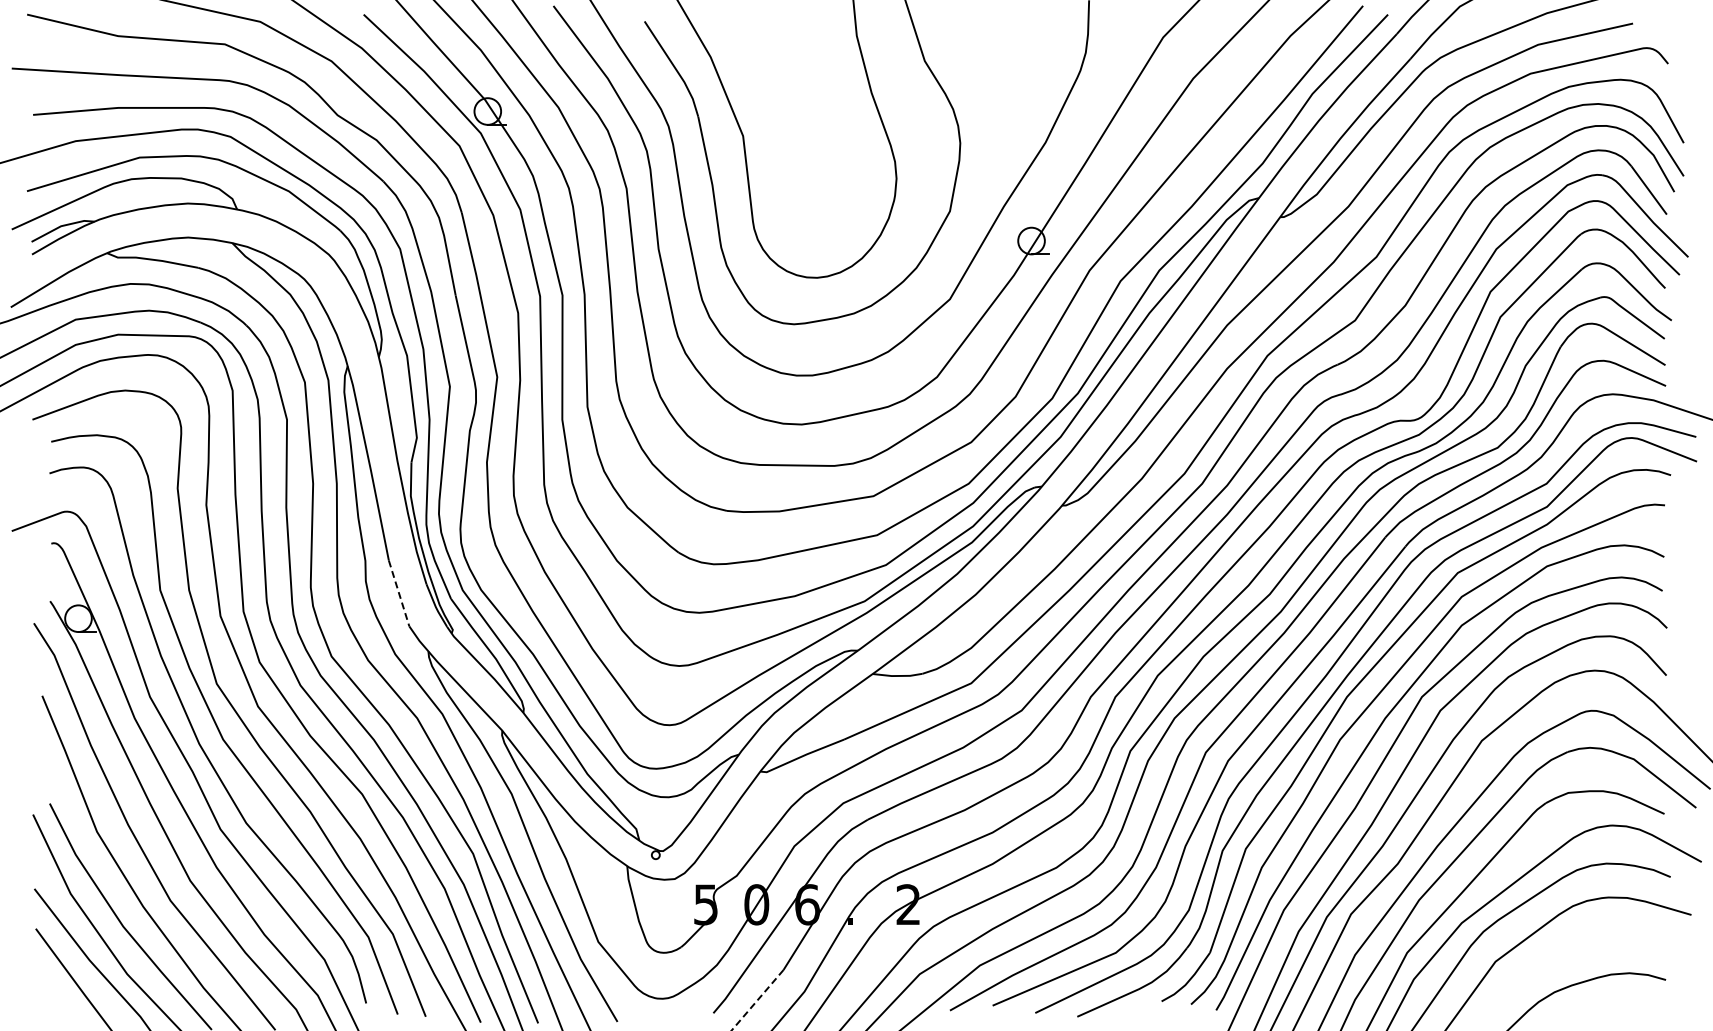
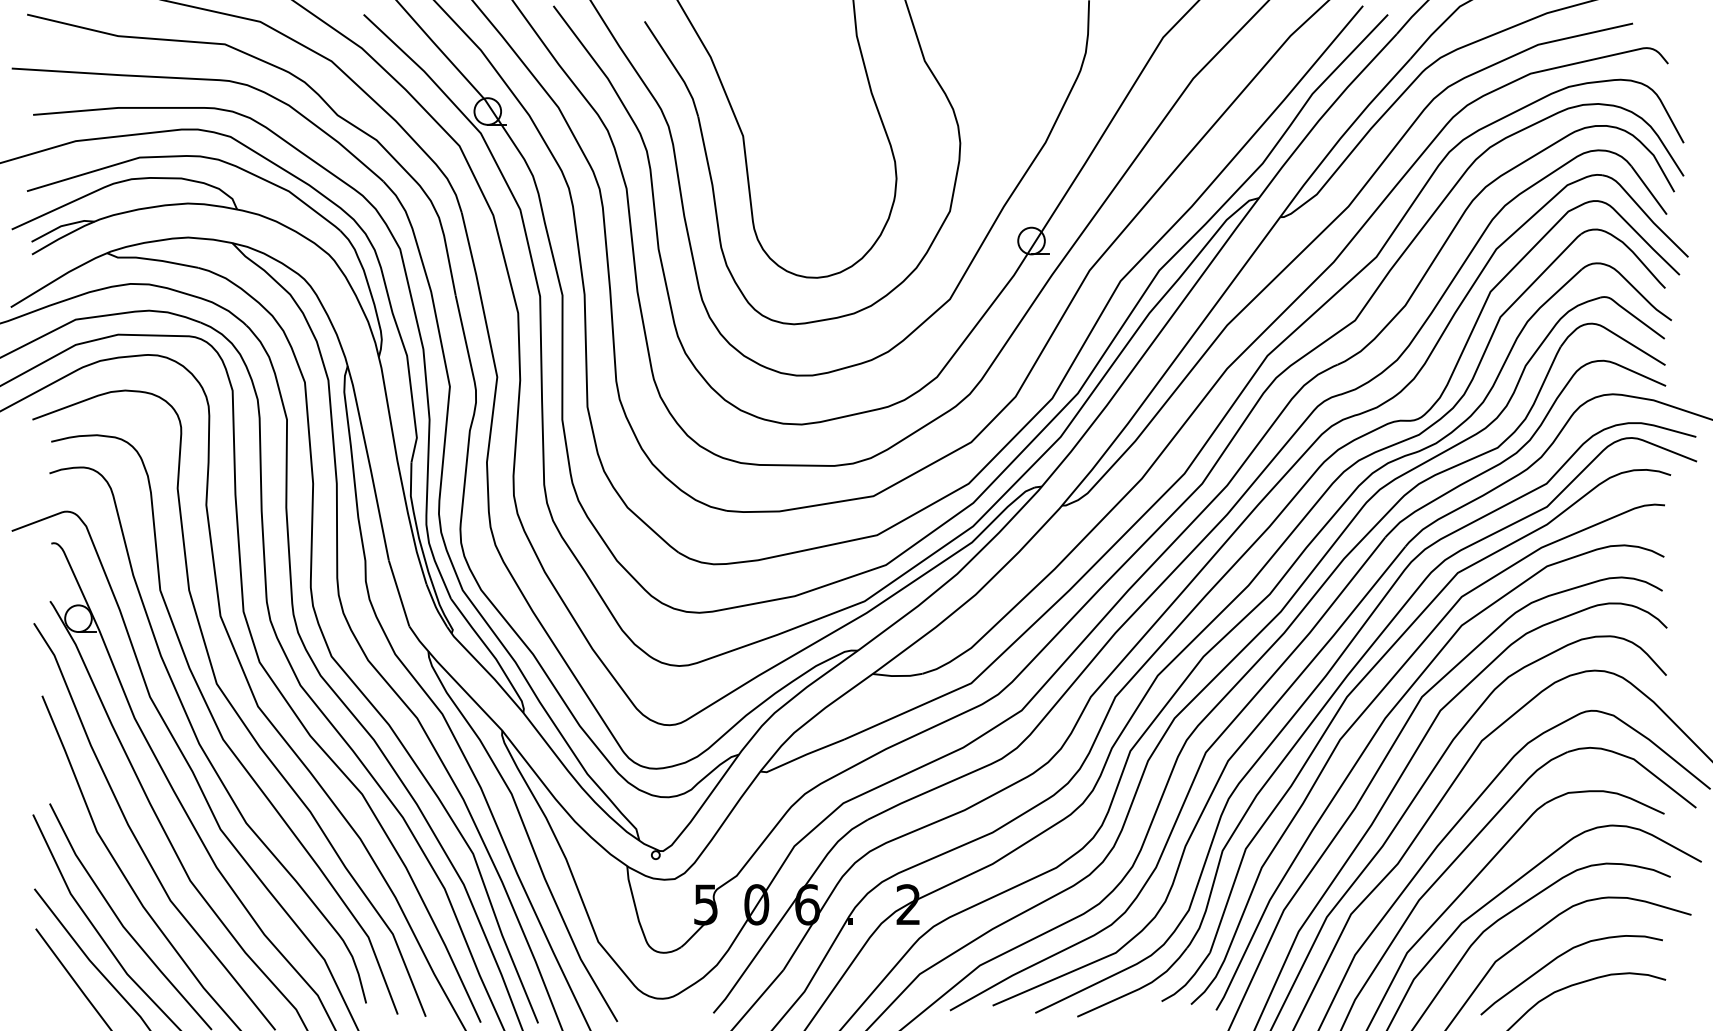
line at (399, 593): dashed -> solid
curve at (1559, 957): none -> present
line at (757, 1000): dashed -> solid
